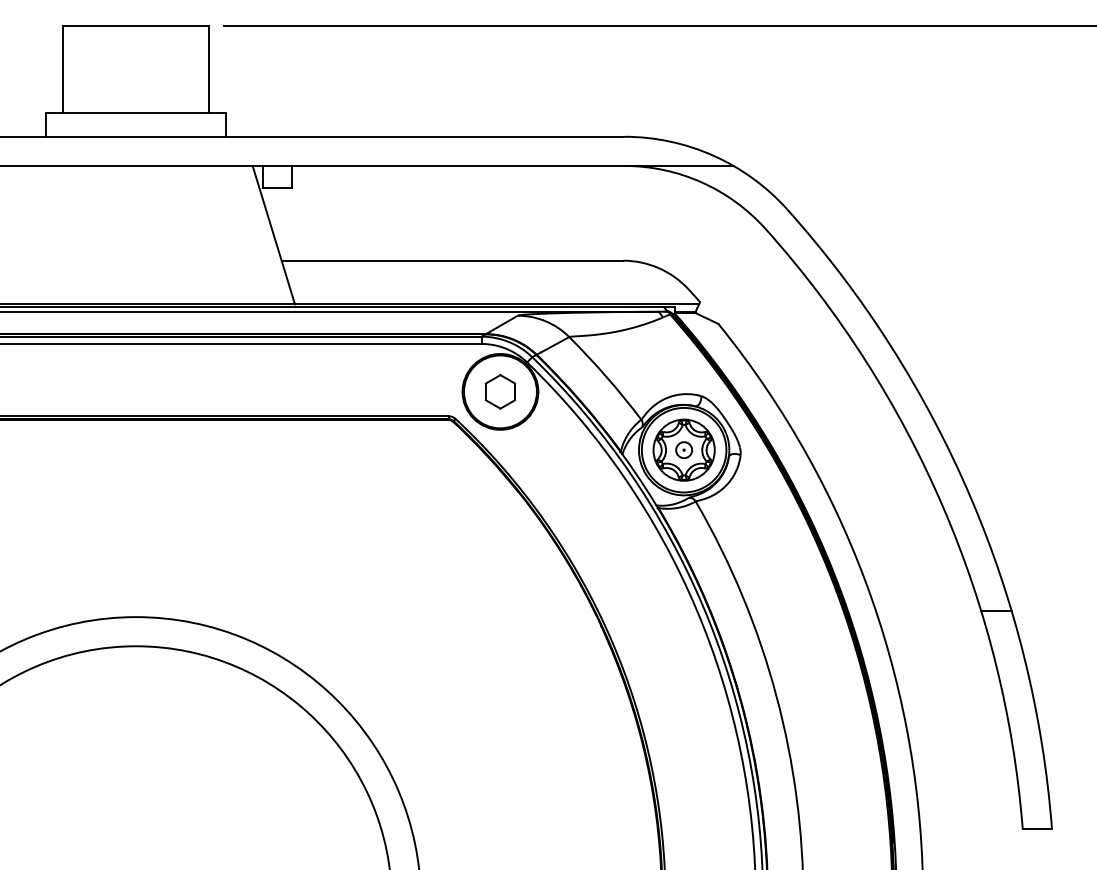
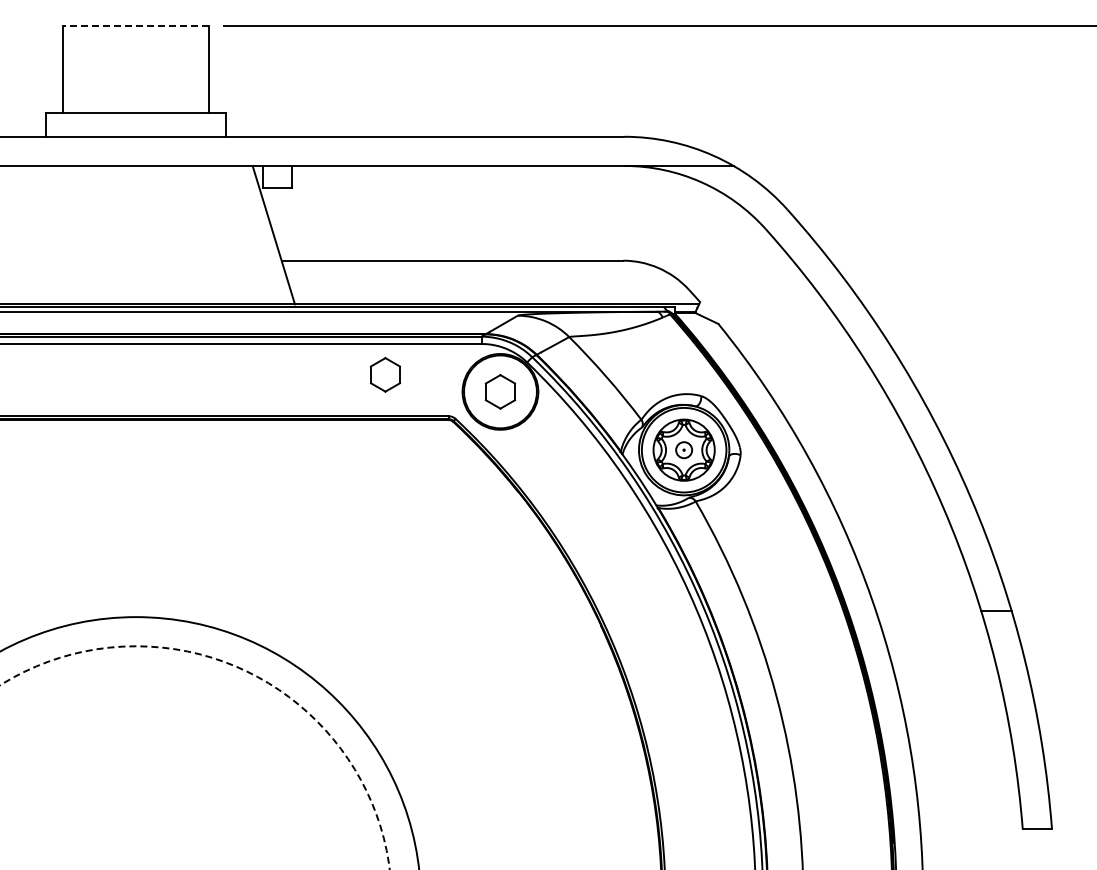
line at (136, 26): solid -> dashed
part at (384, 374): none -> present
circle at (194, 757): solid -> dashed
